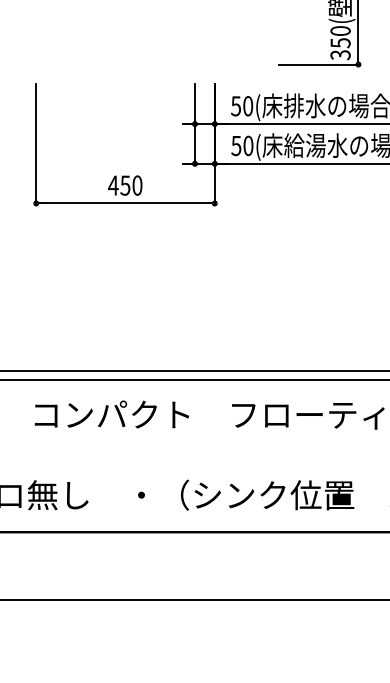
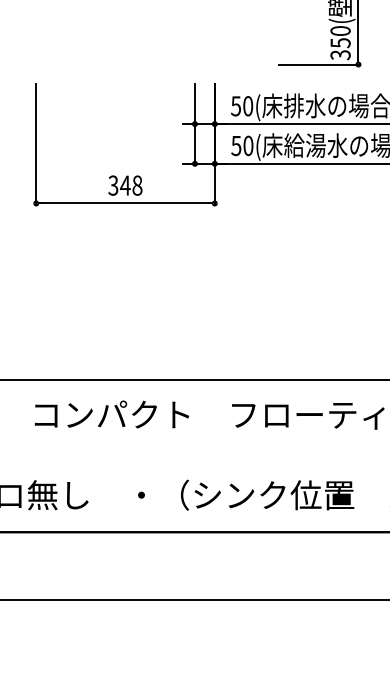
text at (125, 185): 450 -> 348
line at (194, 371): present -> none
